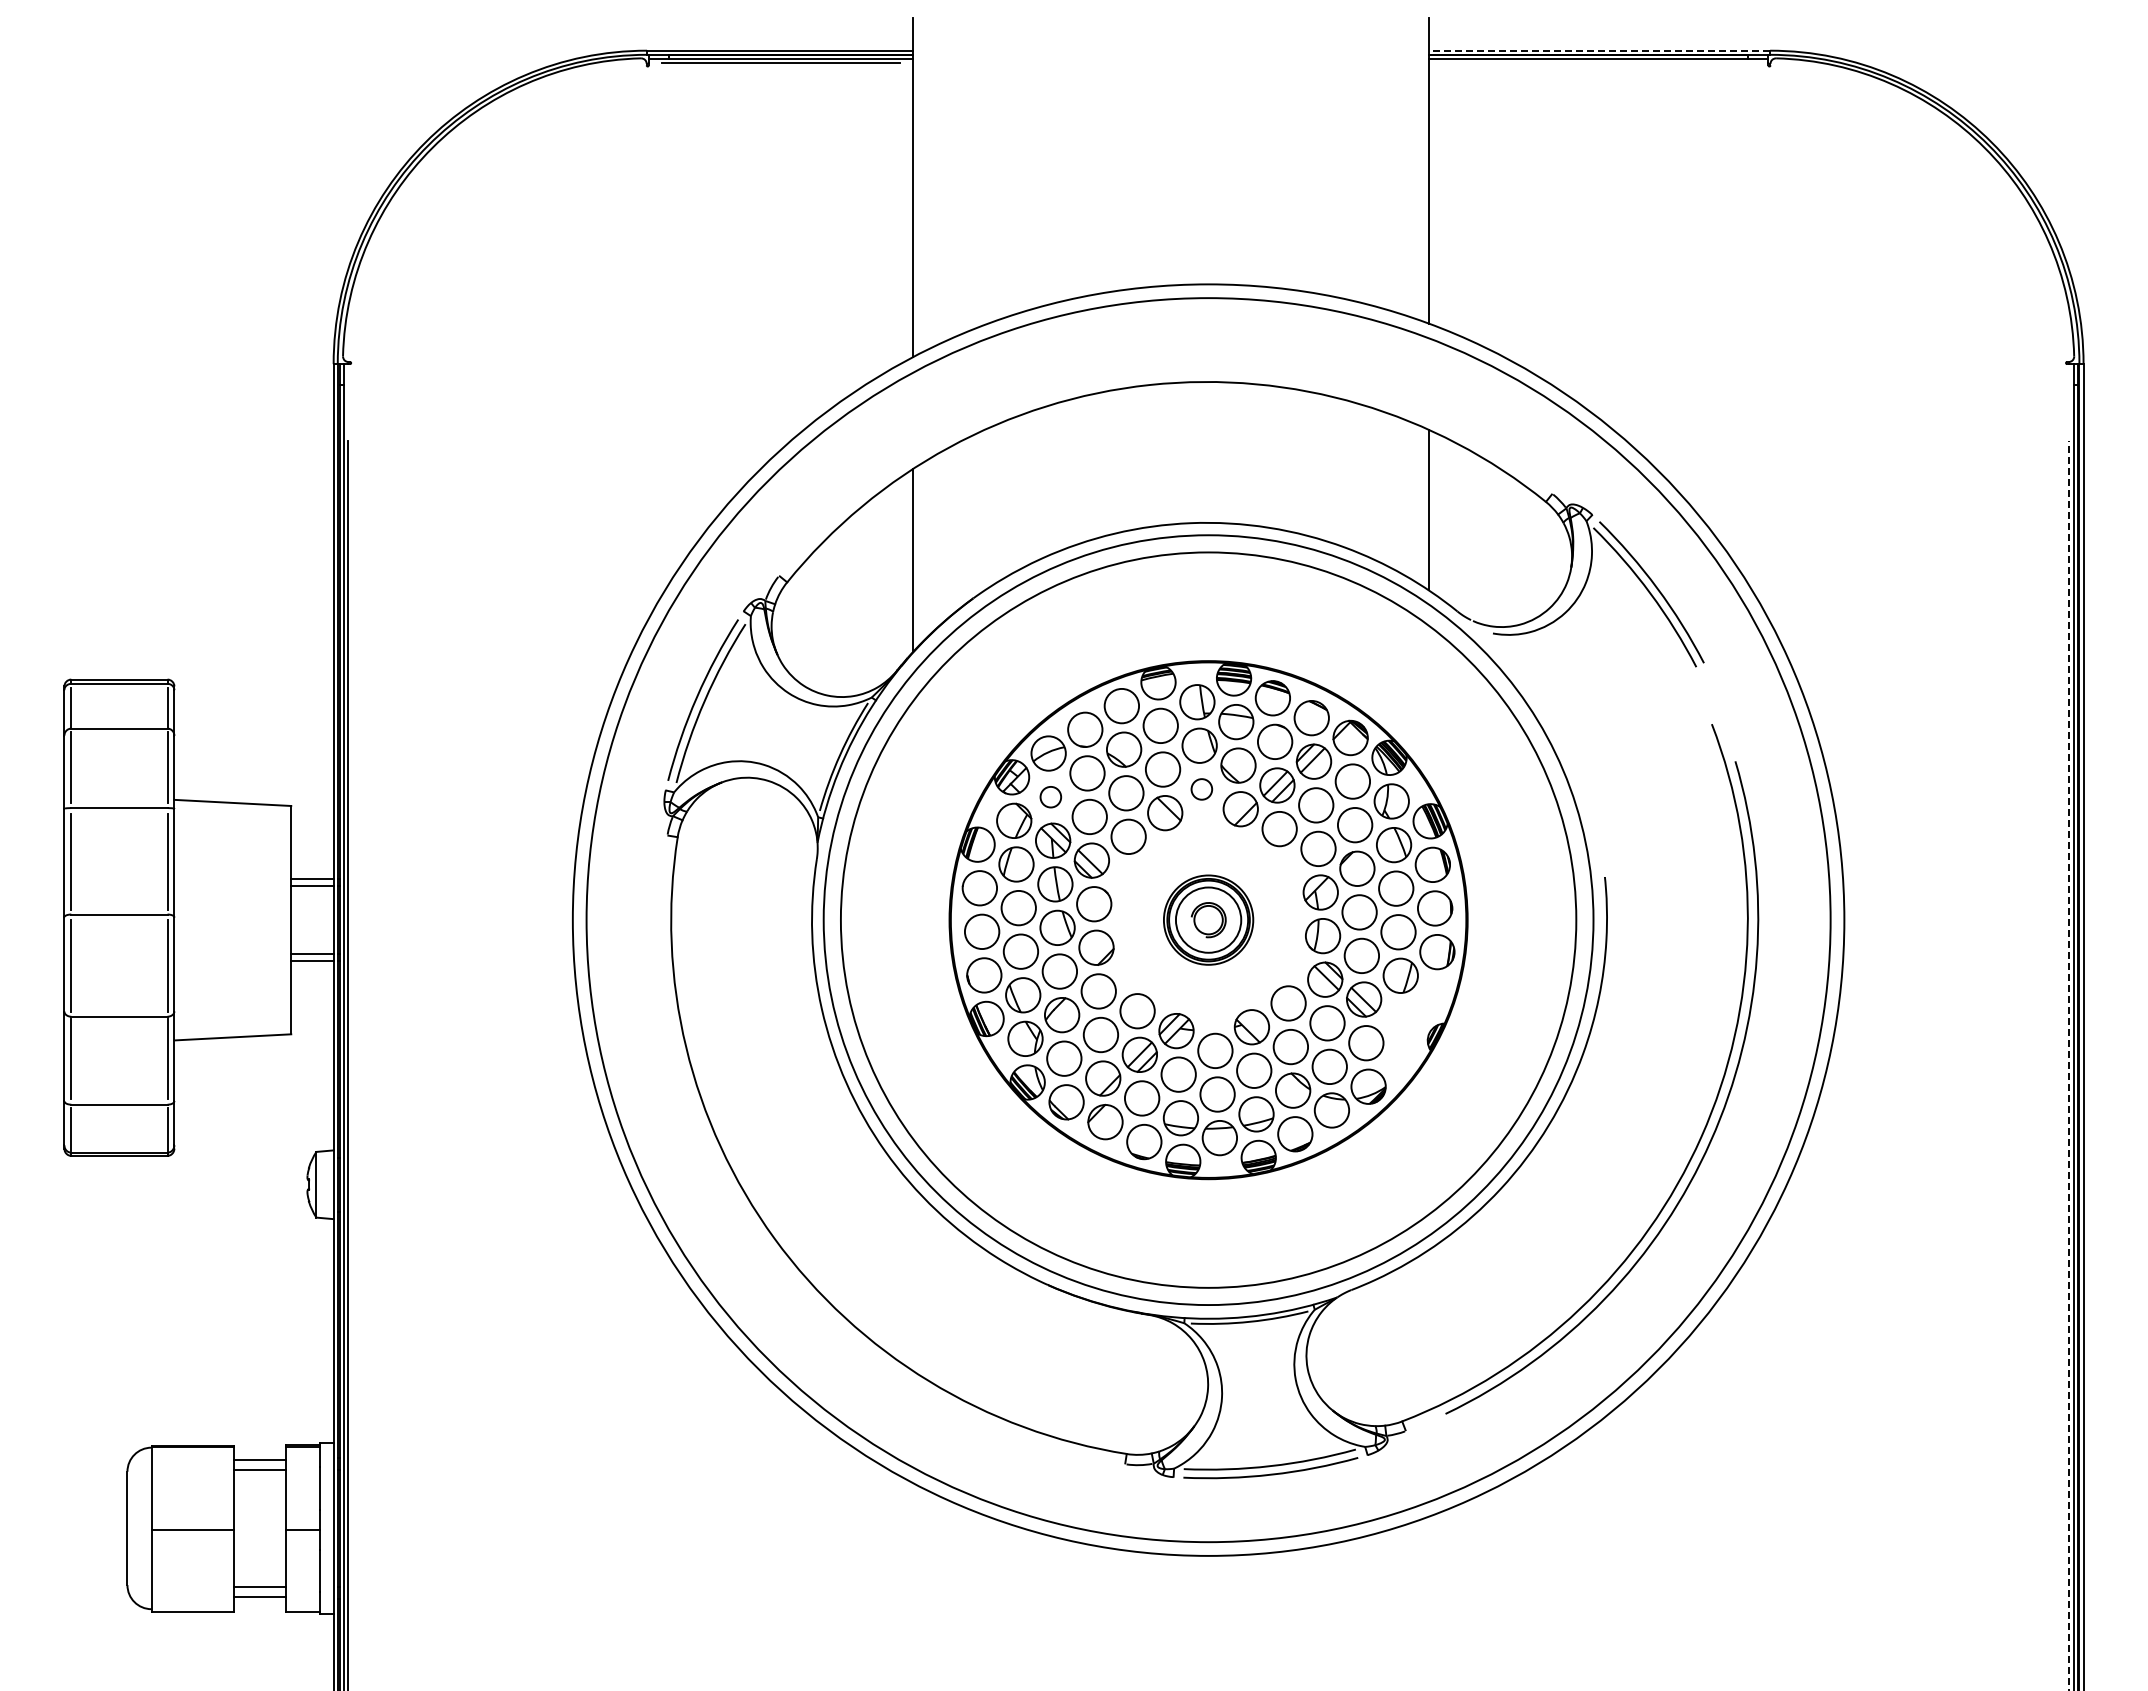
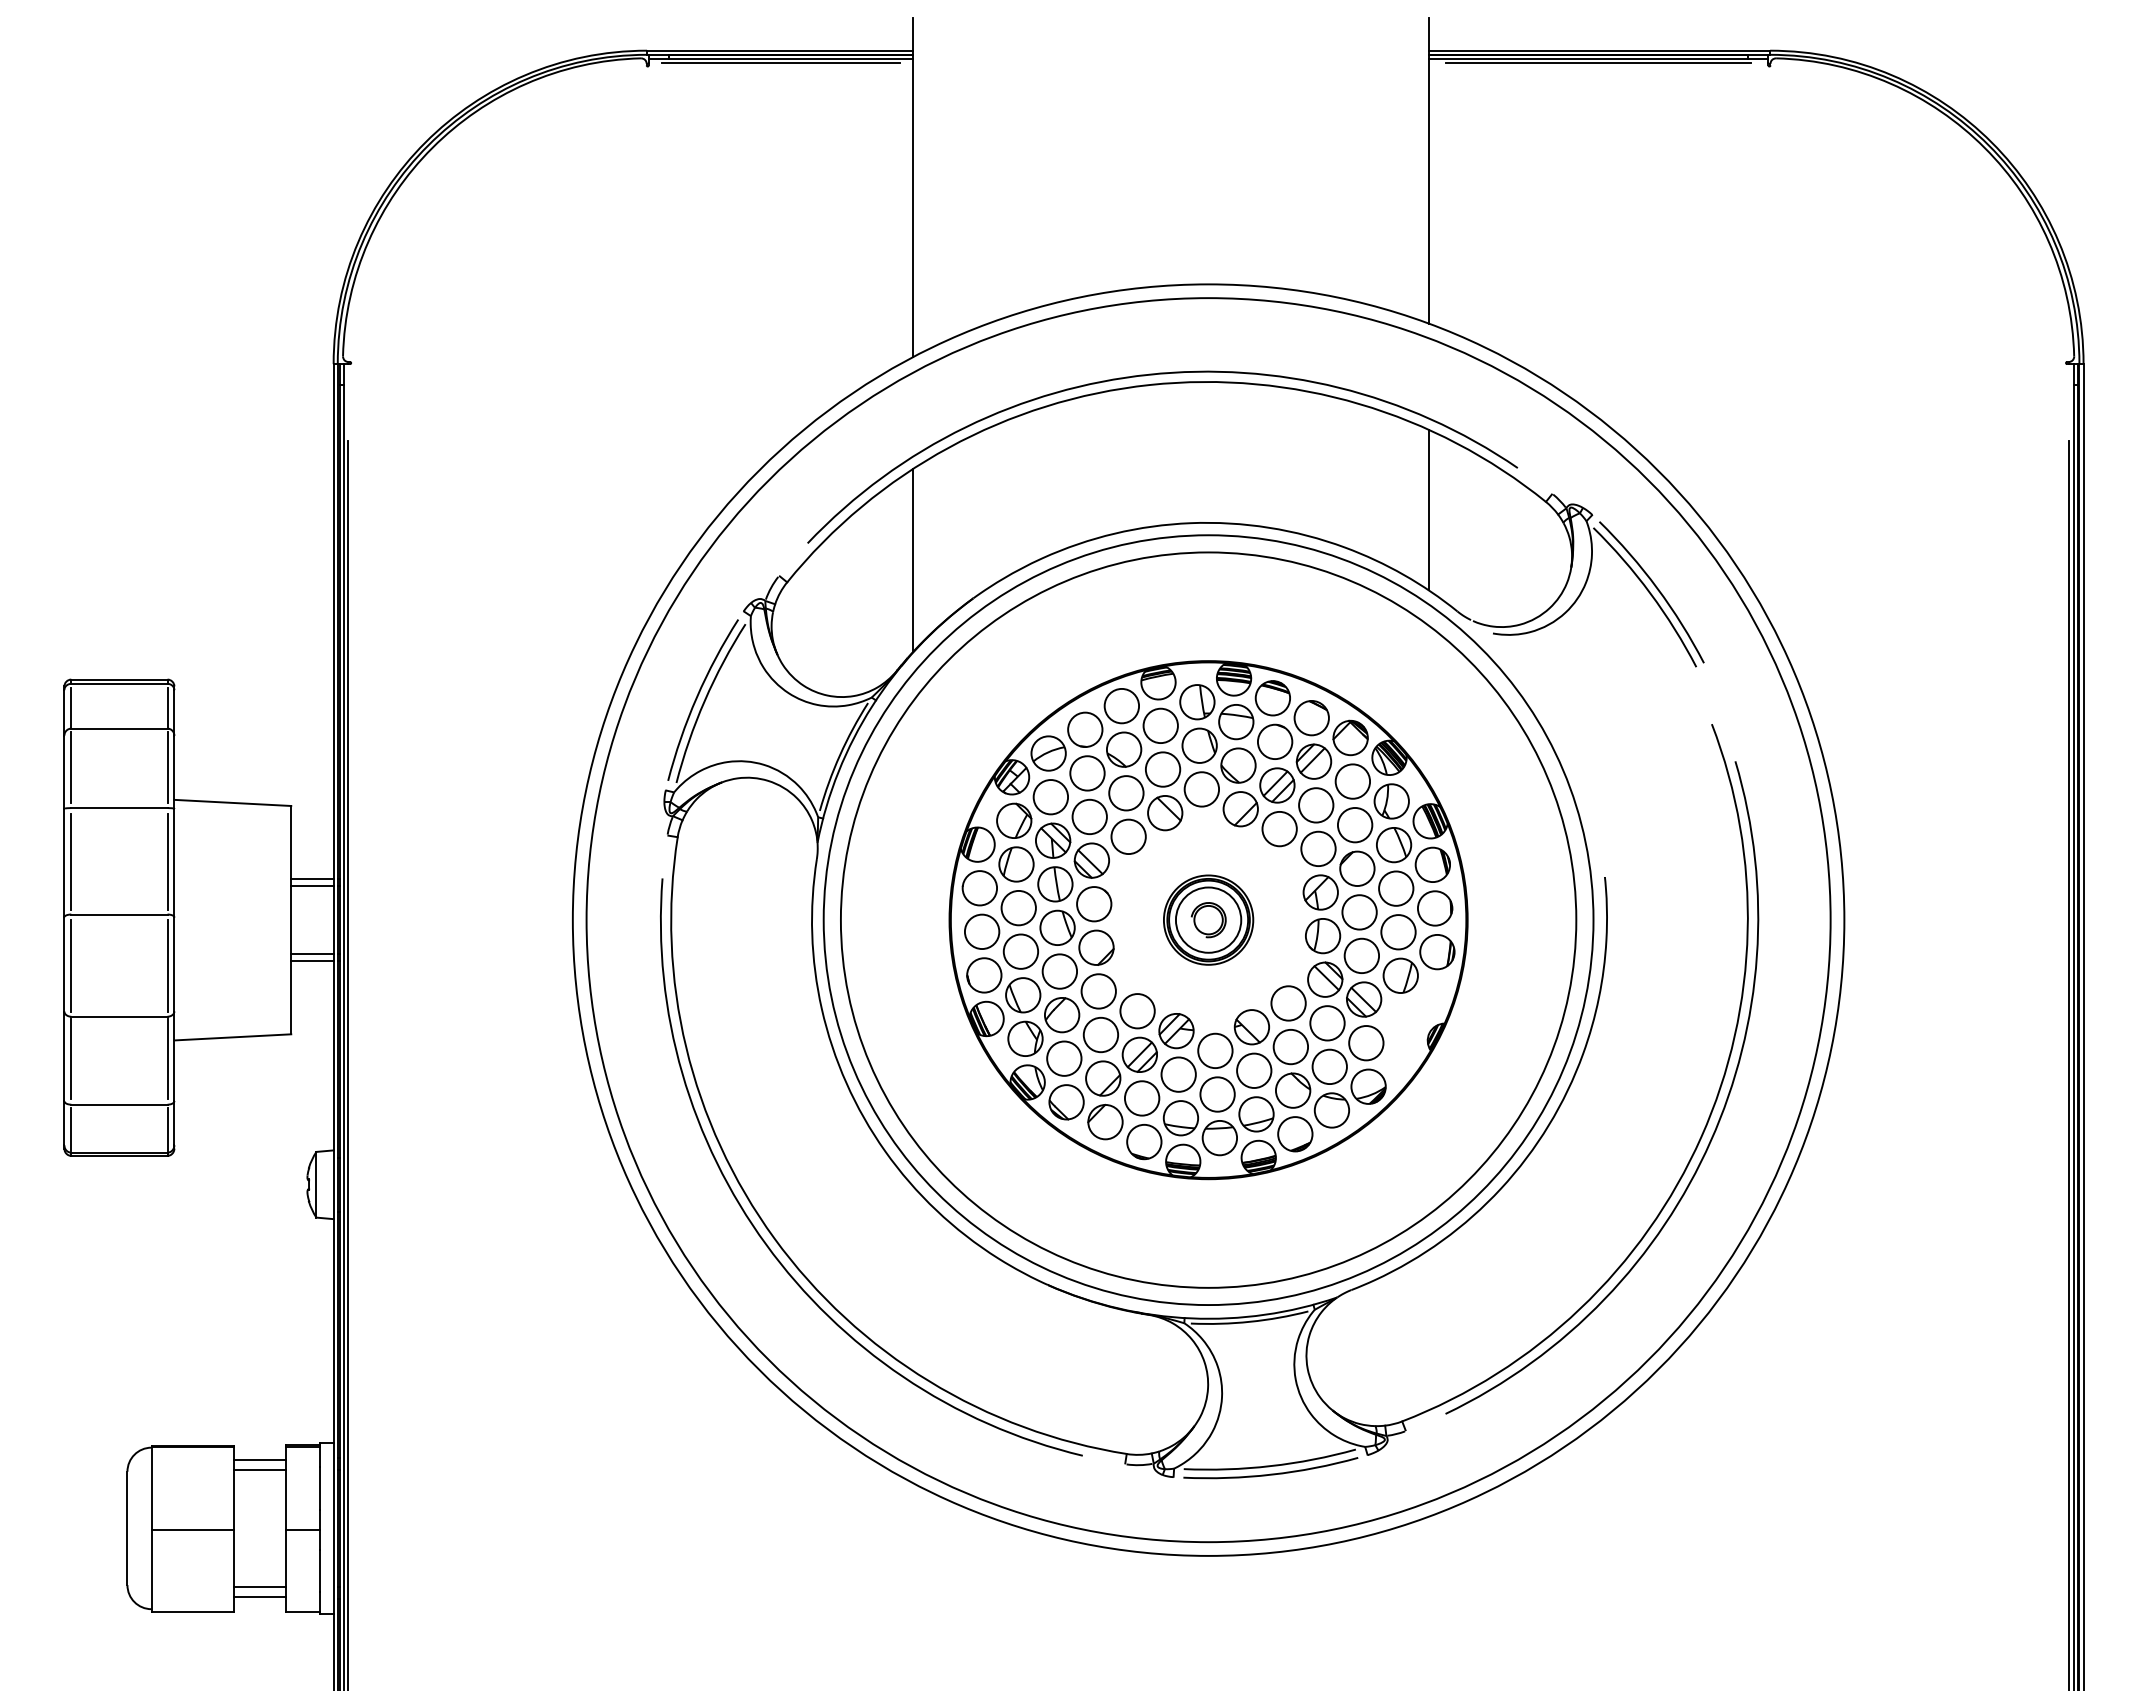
line at (1599, 50): dashed -> solid
line at (1598, 63): none -> present
arc at (1154, 375): none -> present
circle at (1201, 789) diameter: 21 px -> 34 px
circle at (1050, 796) diameter: 21 px -> 34 px
line at (2069, 1065): dashed -> solid
arc at (768, 1245): none -> present
